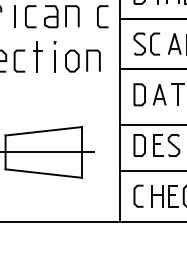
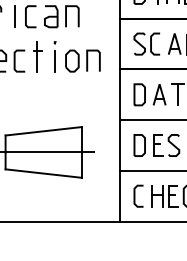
curve at (98, 16): present -> none
line at (151, 125) position: (151, 125) -> (151, 120)
